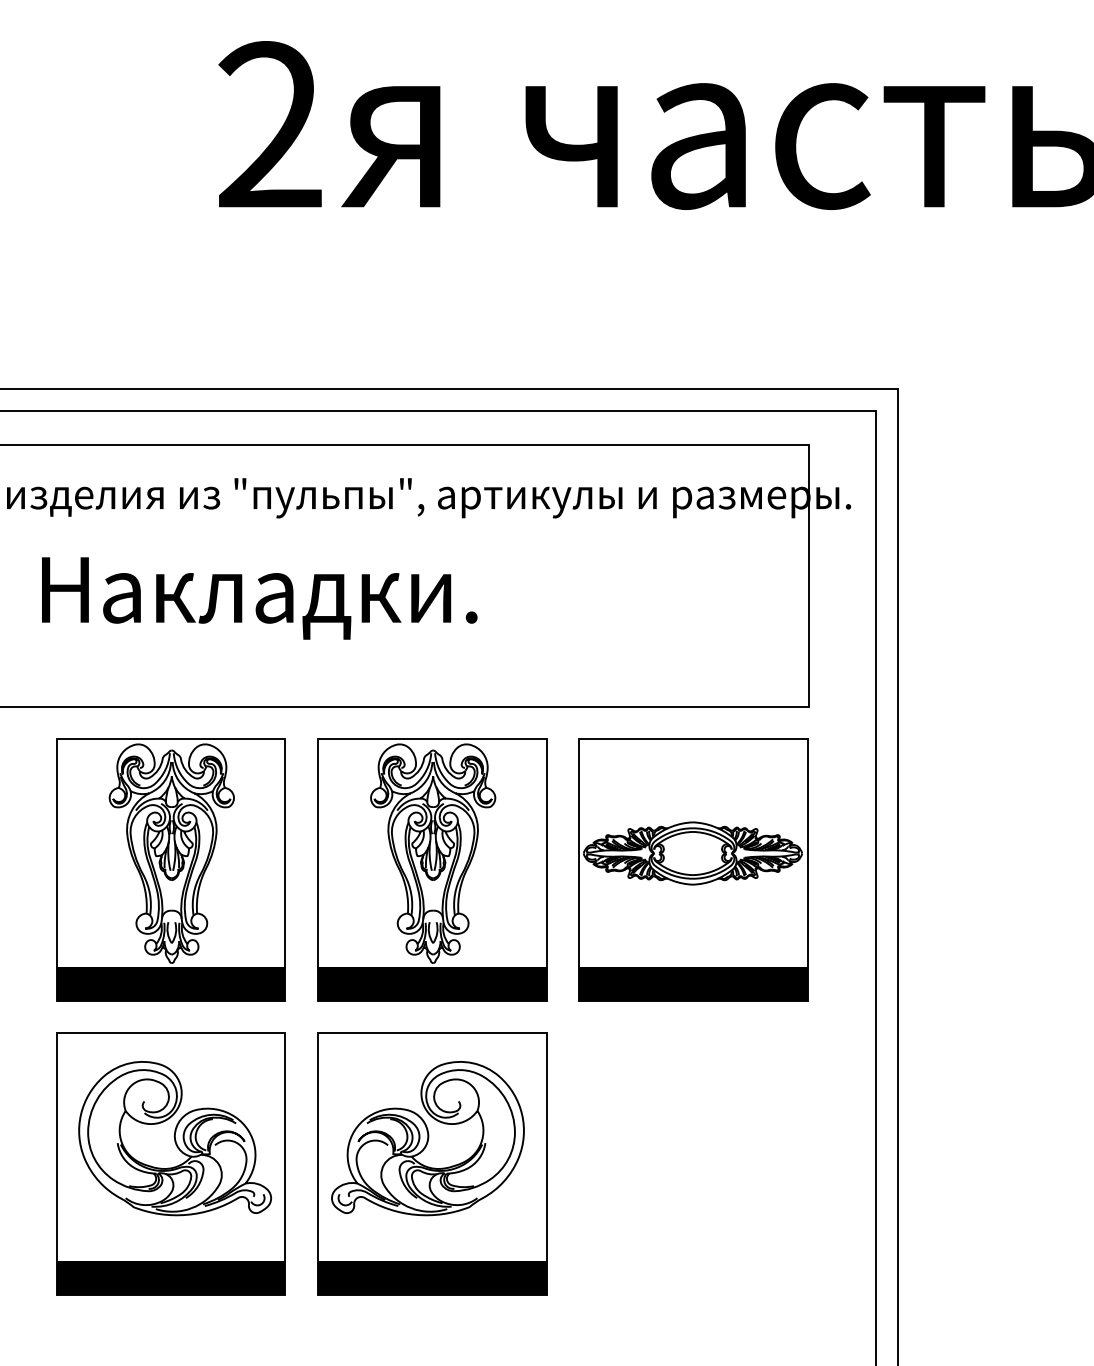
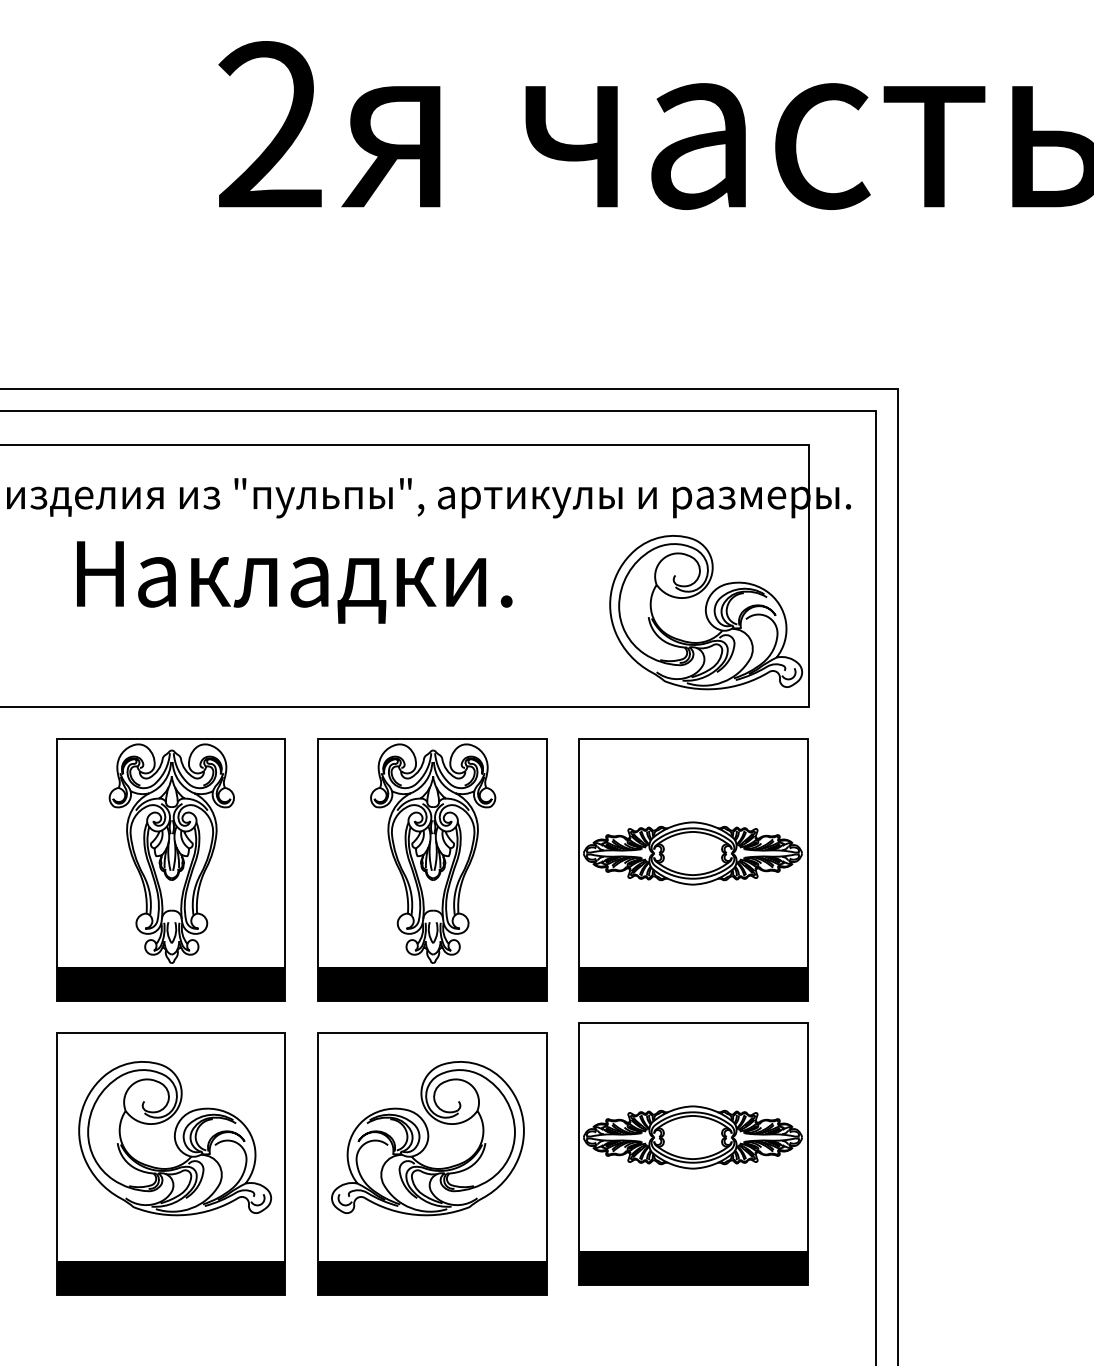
text at (259, 598) position: (259, 598) -> (294, 582)
part at (705, 612): none -> present
part at (693, 1153): none -> present
